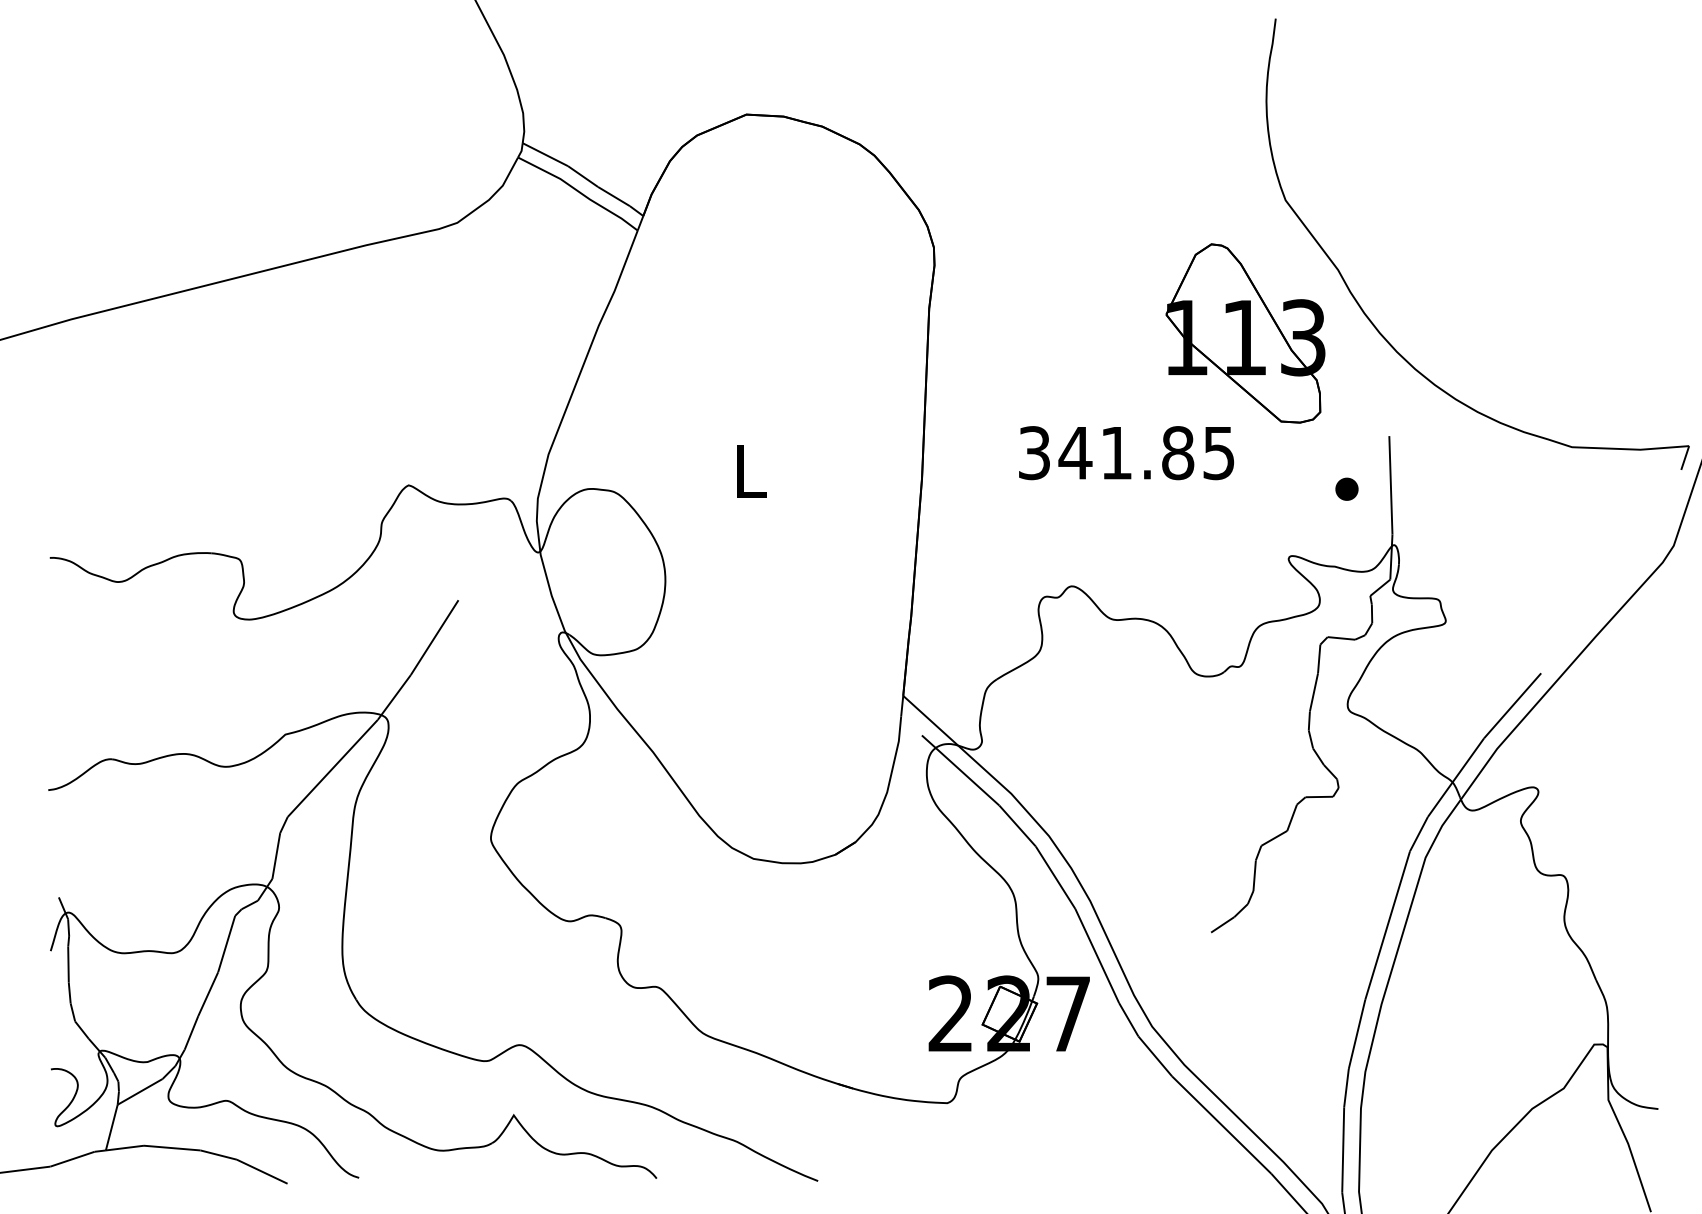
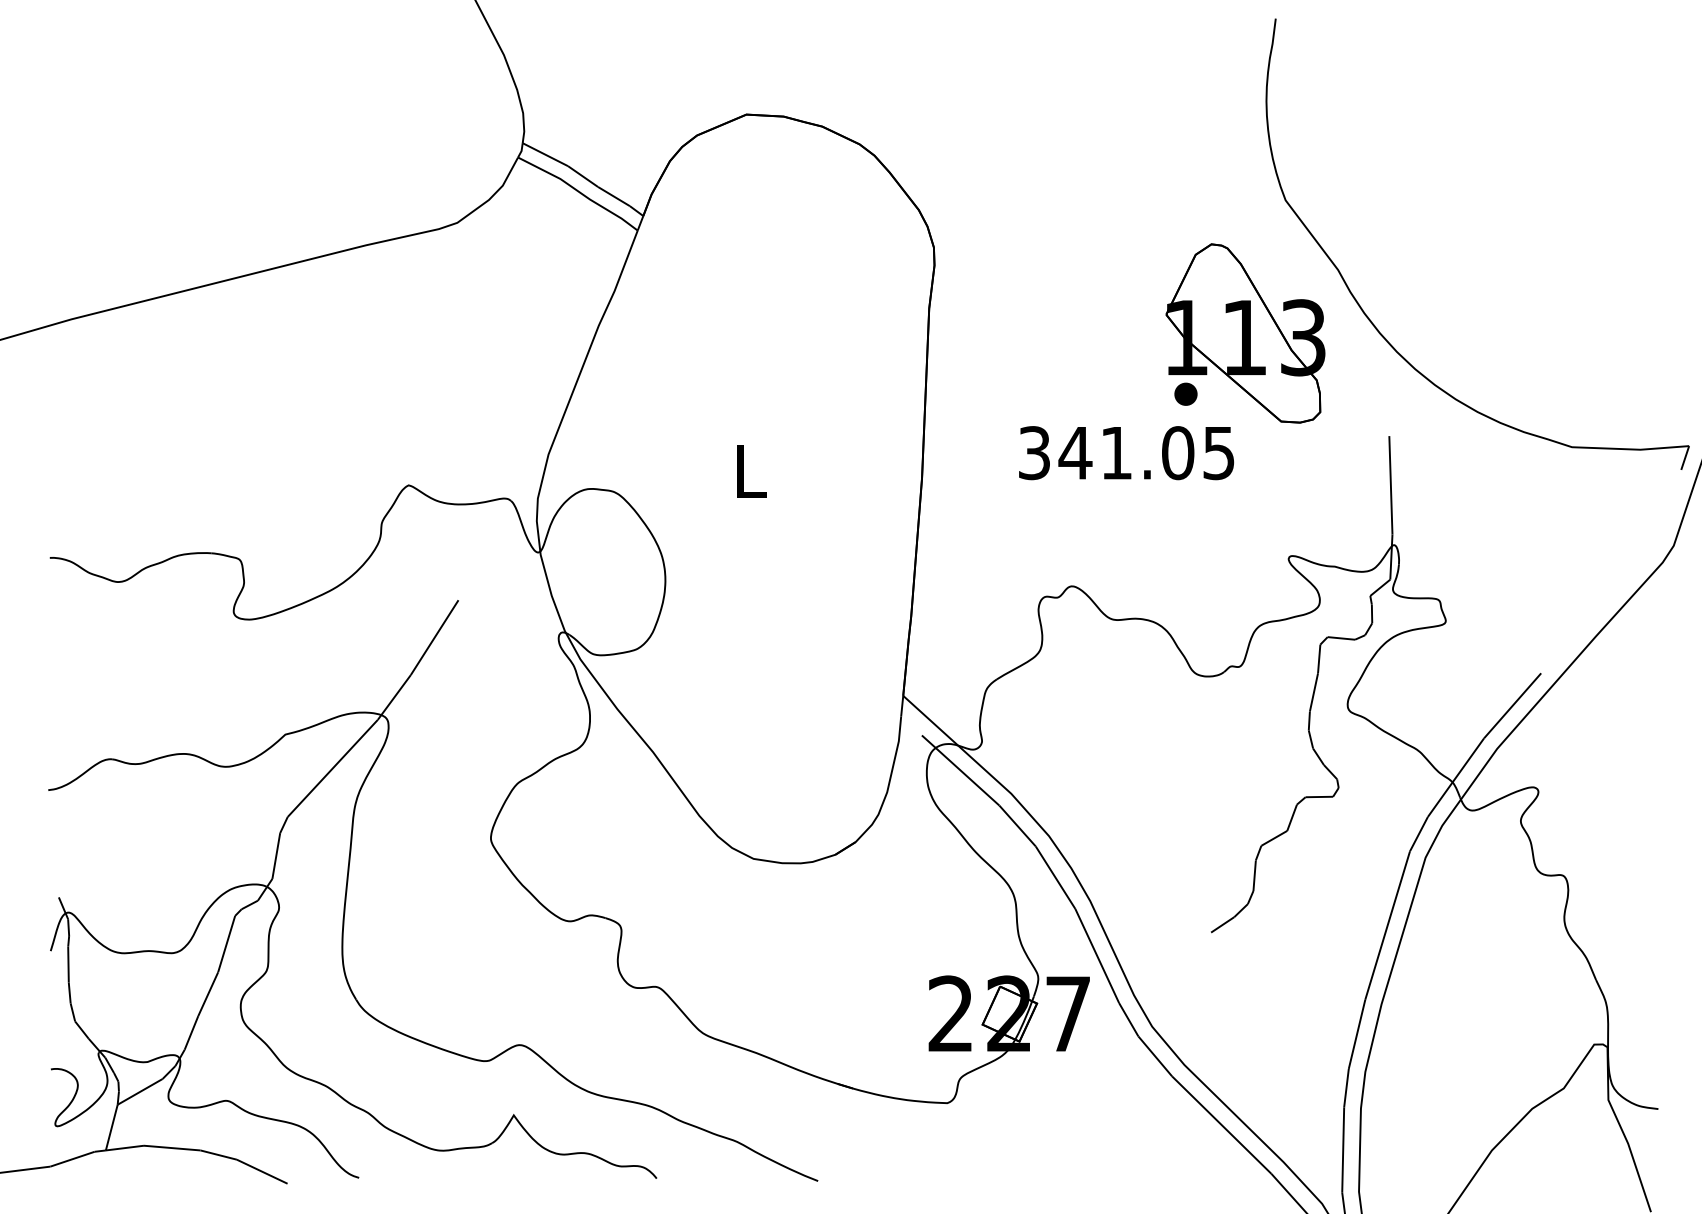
text at (1178, 452): 341.85 -> 341.05
part at (1346, 488) position: (1346, 488) -> (1185, 393)
